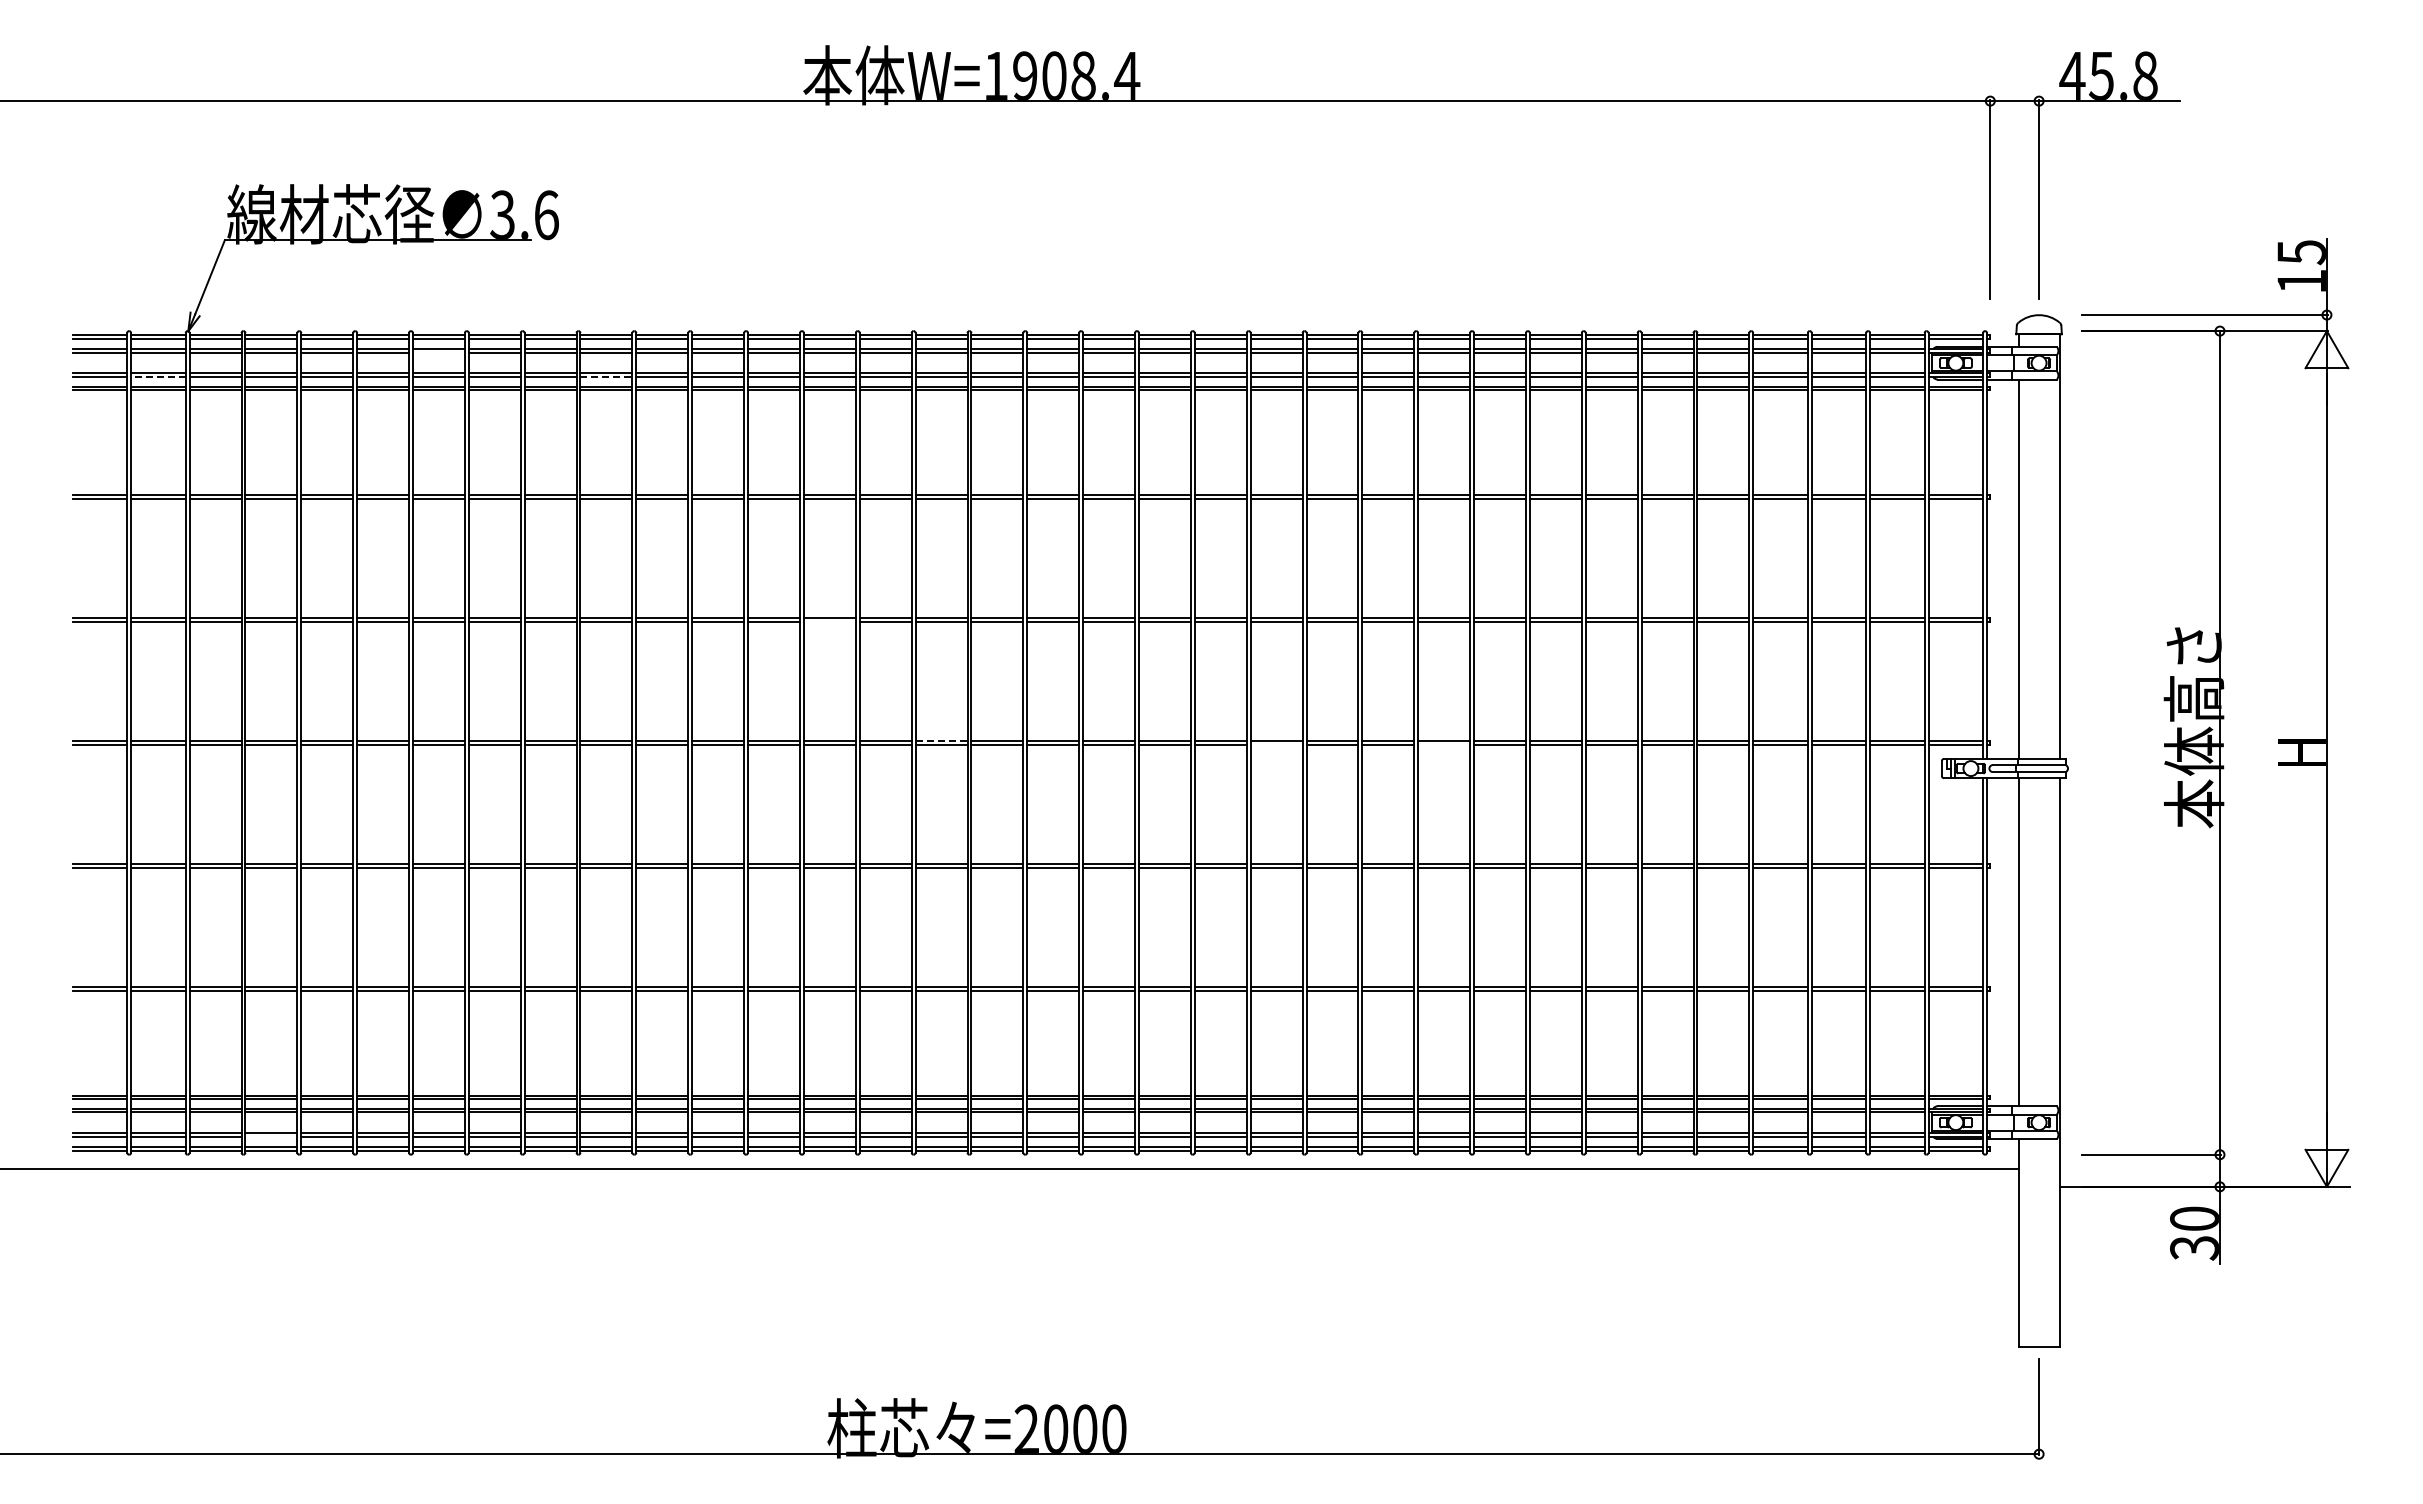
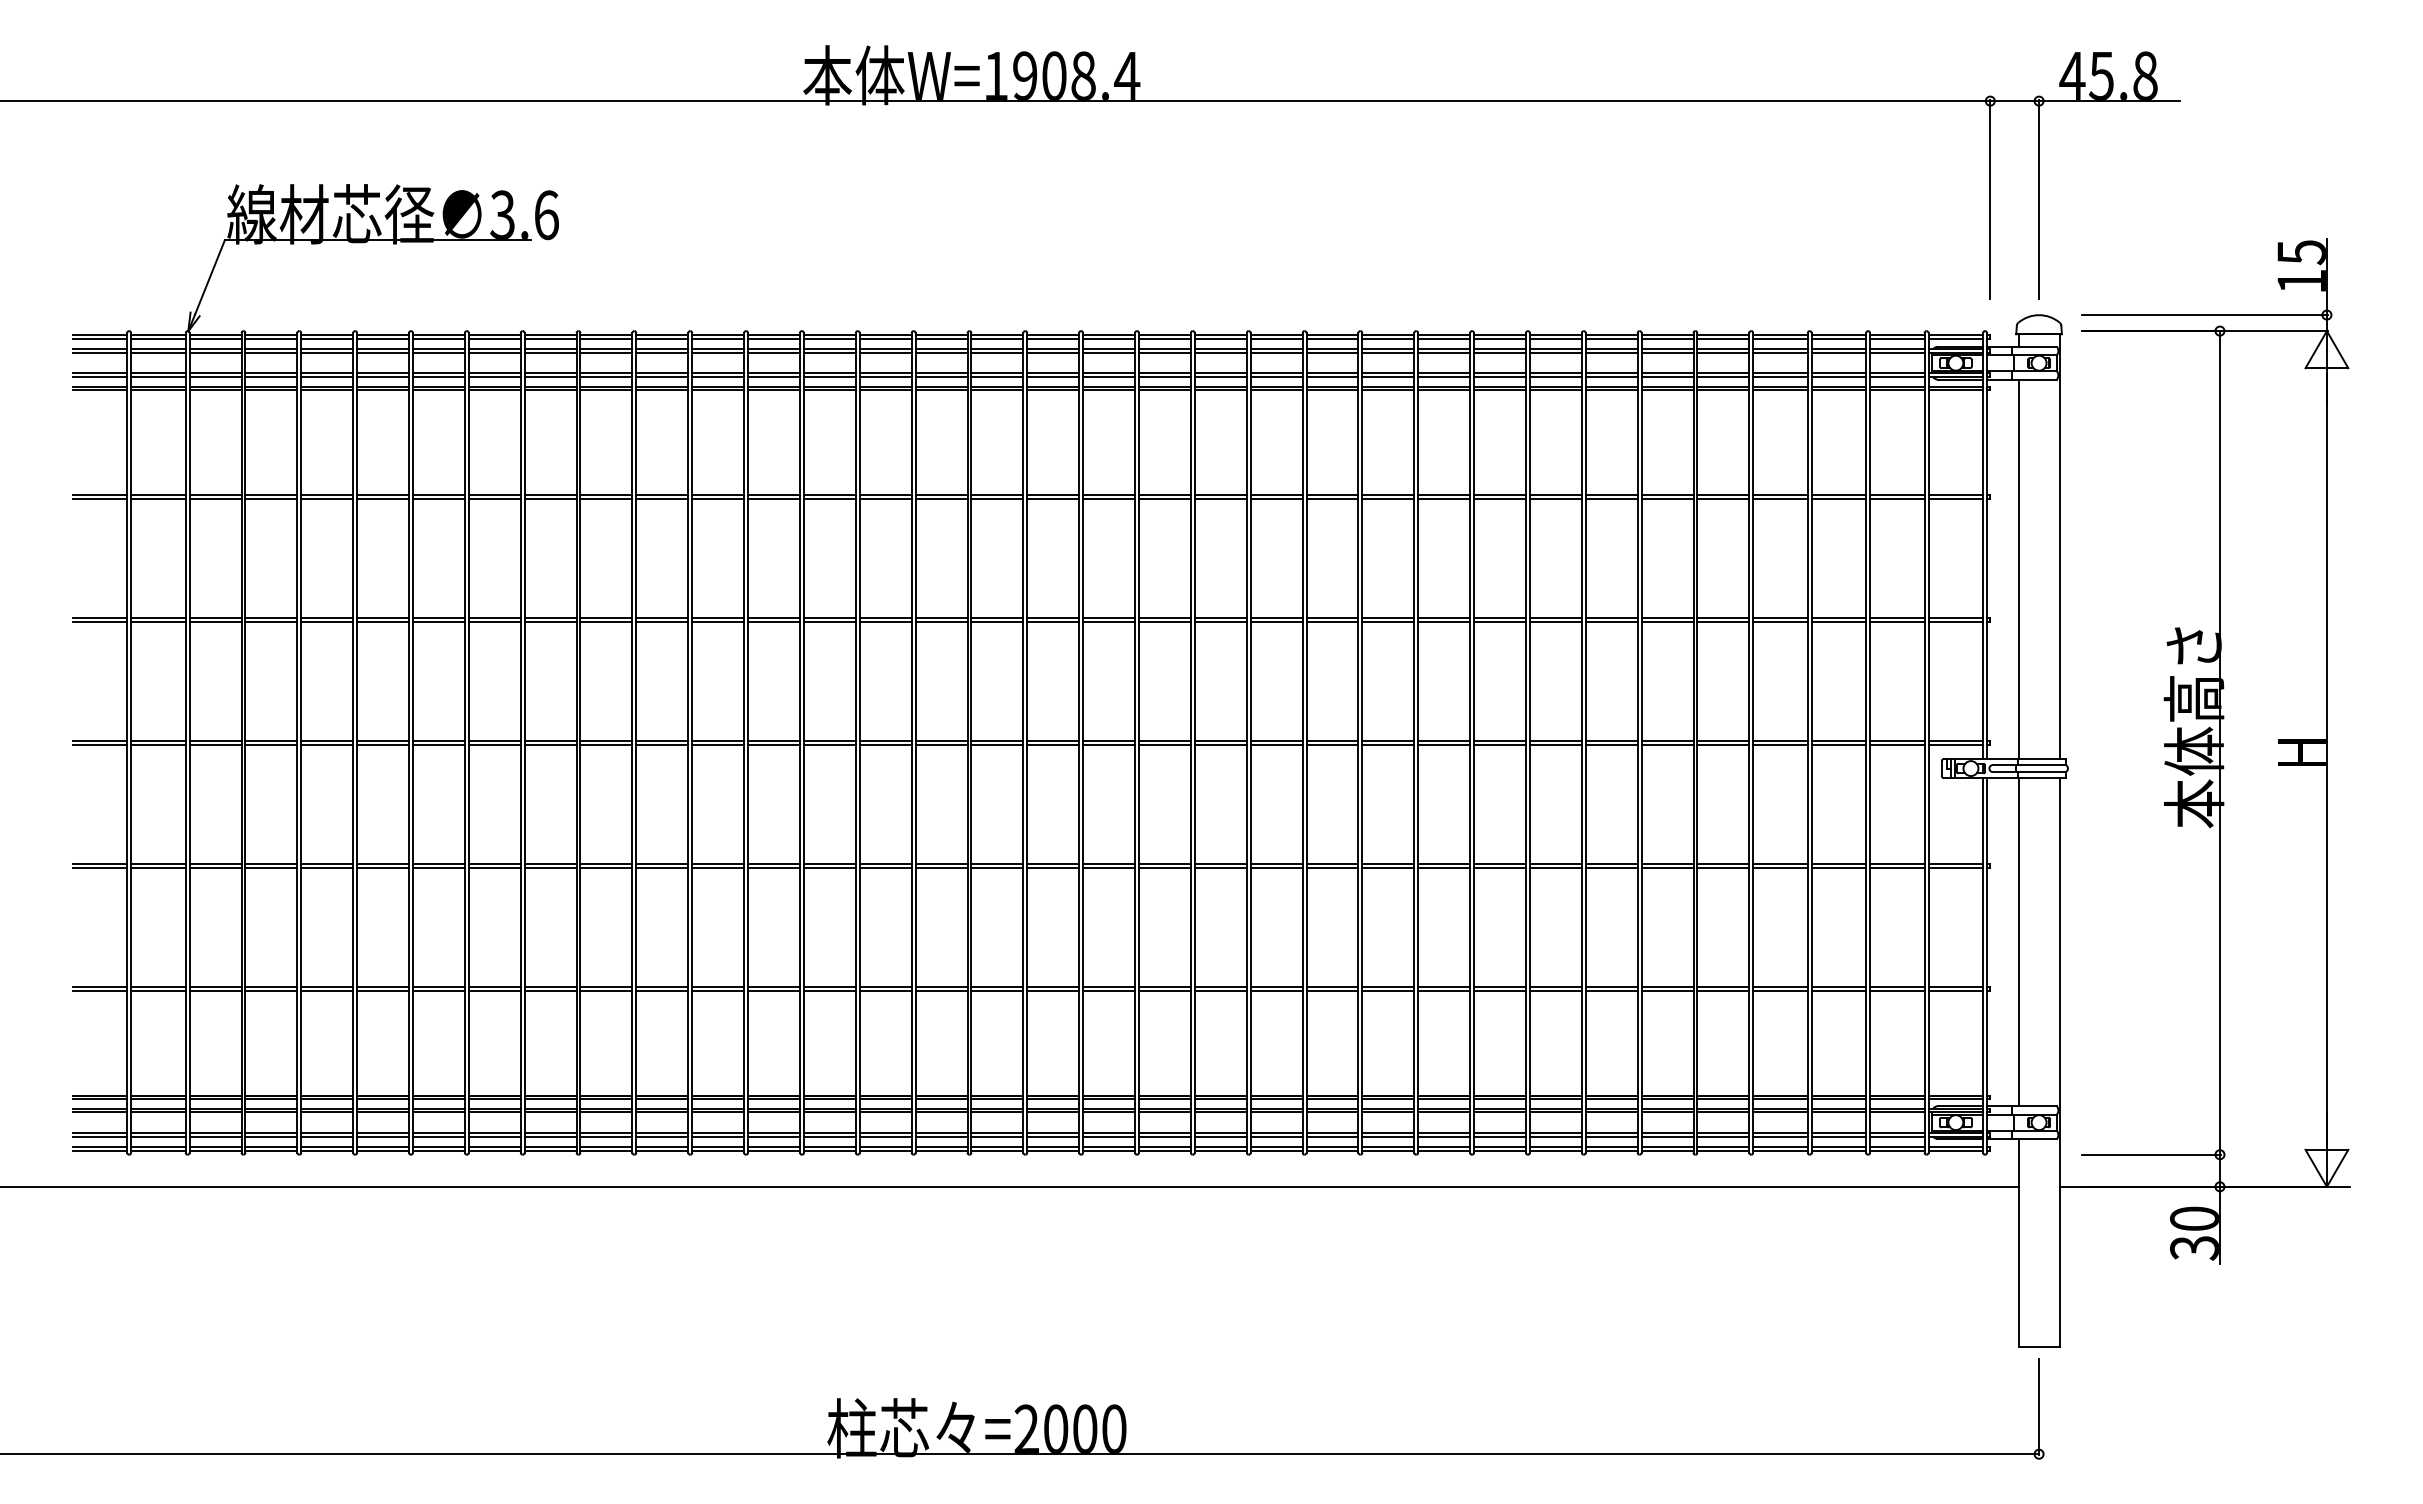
line at (438, 352): none -> present
line at (157, 377): dashed -> solid
line at (606, 377): dashed -> solid
line at (829, 621): none -> present
line at (941, 740): dashed -> solid
line at (1276, 744): none -> present
line at (1444, 744): none -> present
line at (271, 1136): none -> present
line at (1010, 1168) position: (1010, 1168) -> (1010, 1186)
